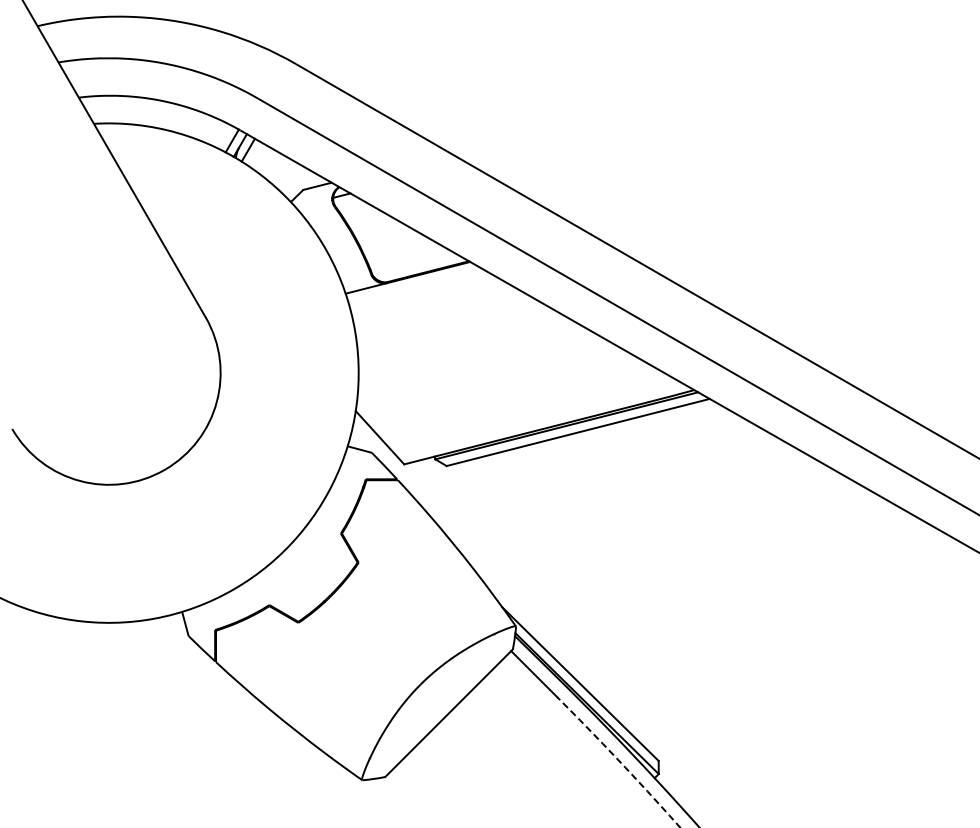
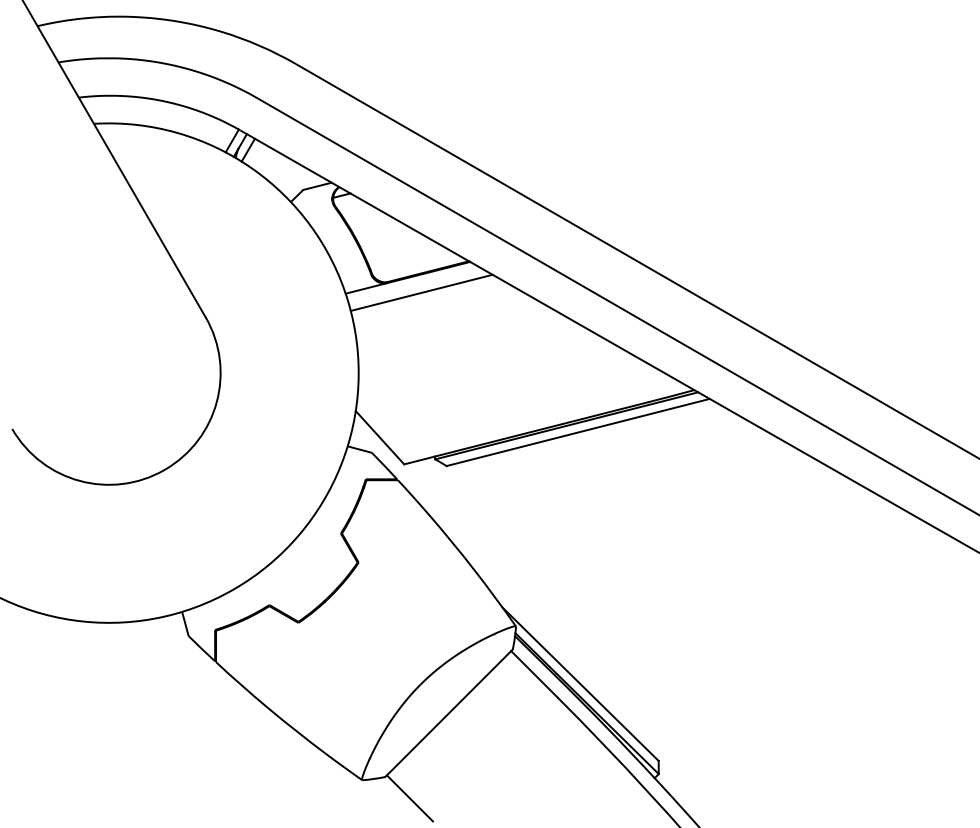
line at (421, 292): none -> present
arc at (619, 761): dashed -> solid
line at (409, 798): none -> present
